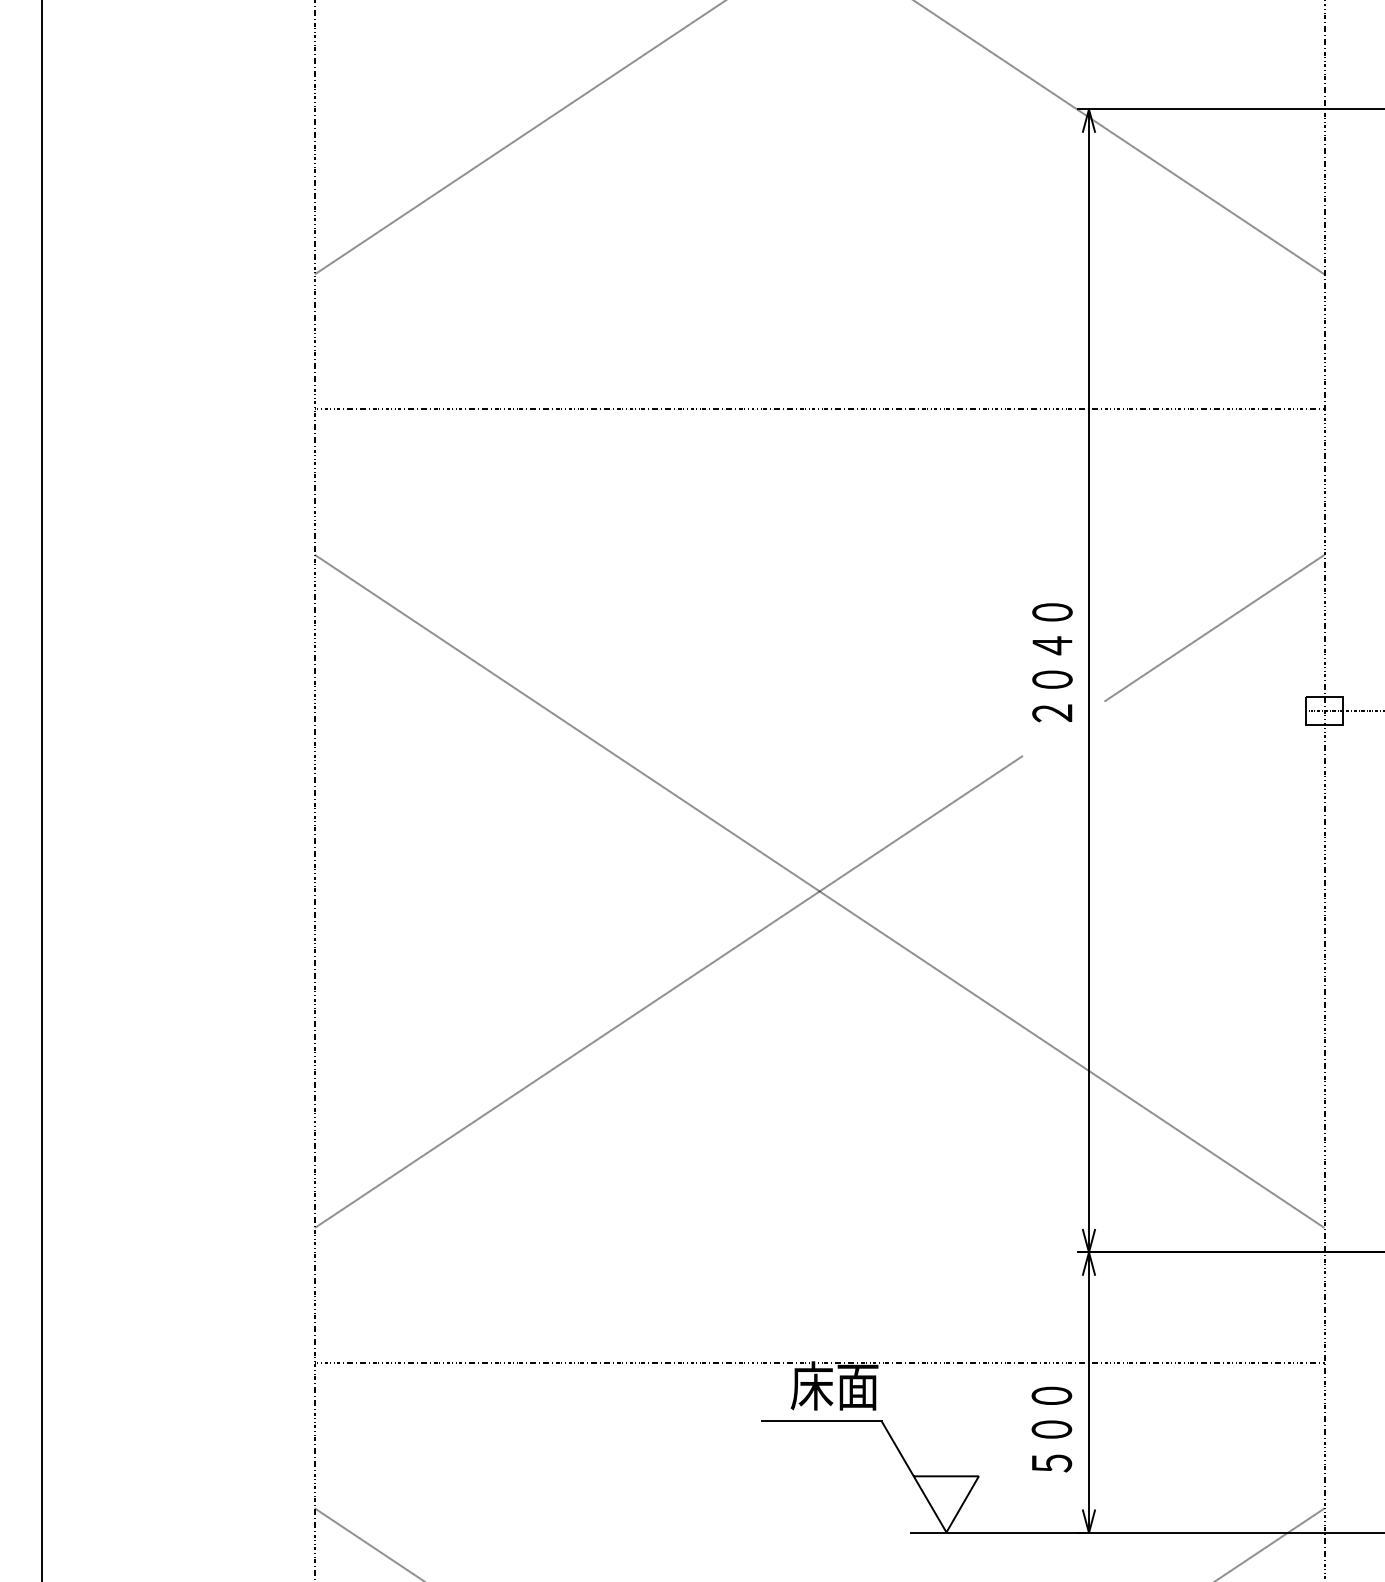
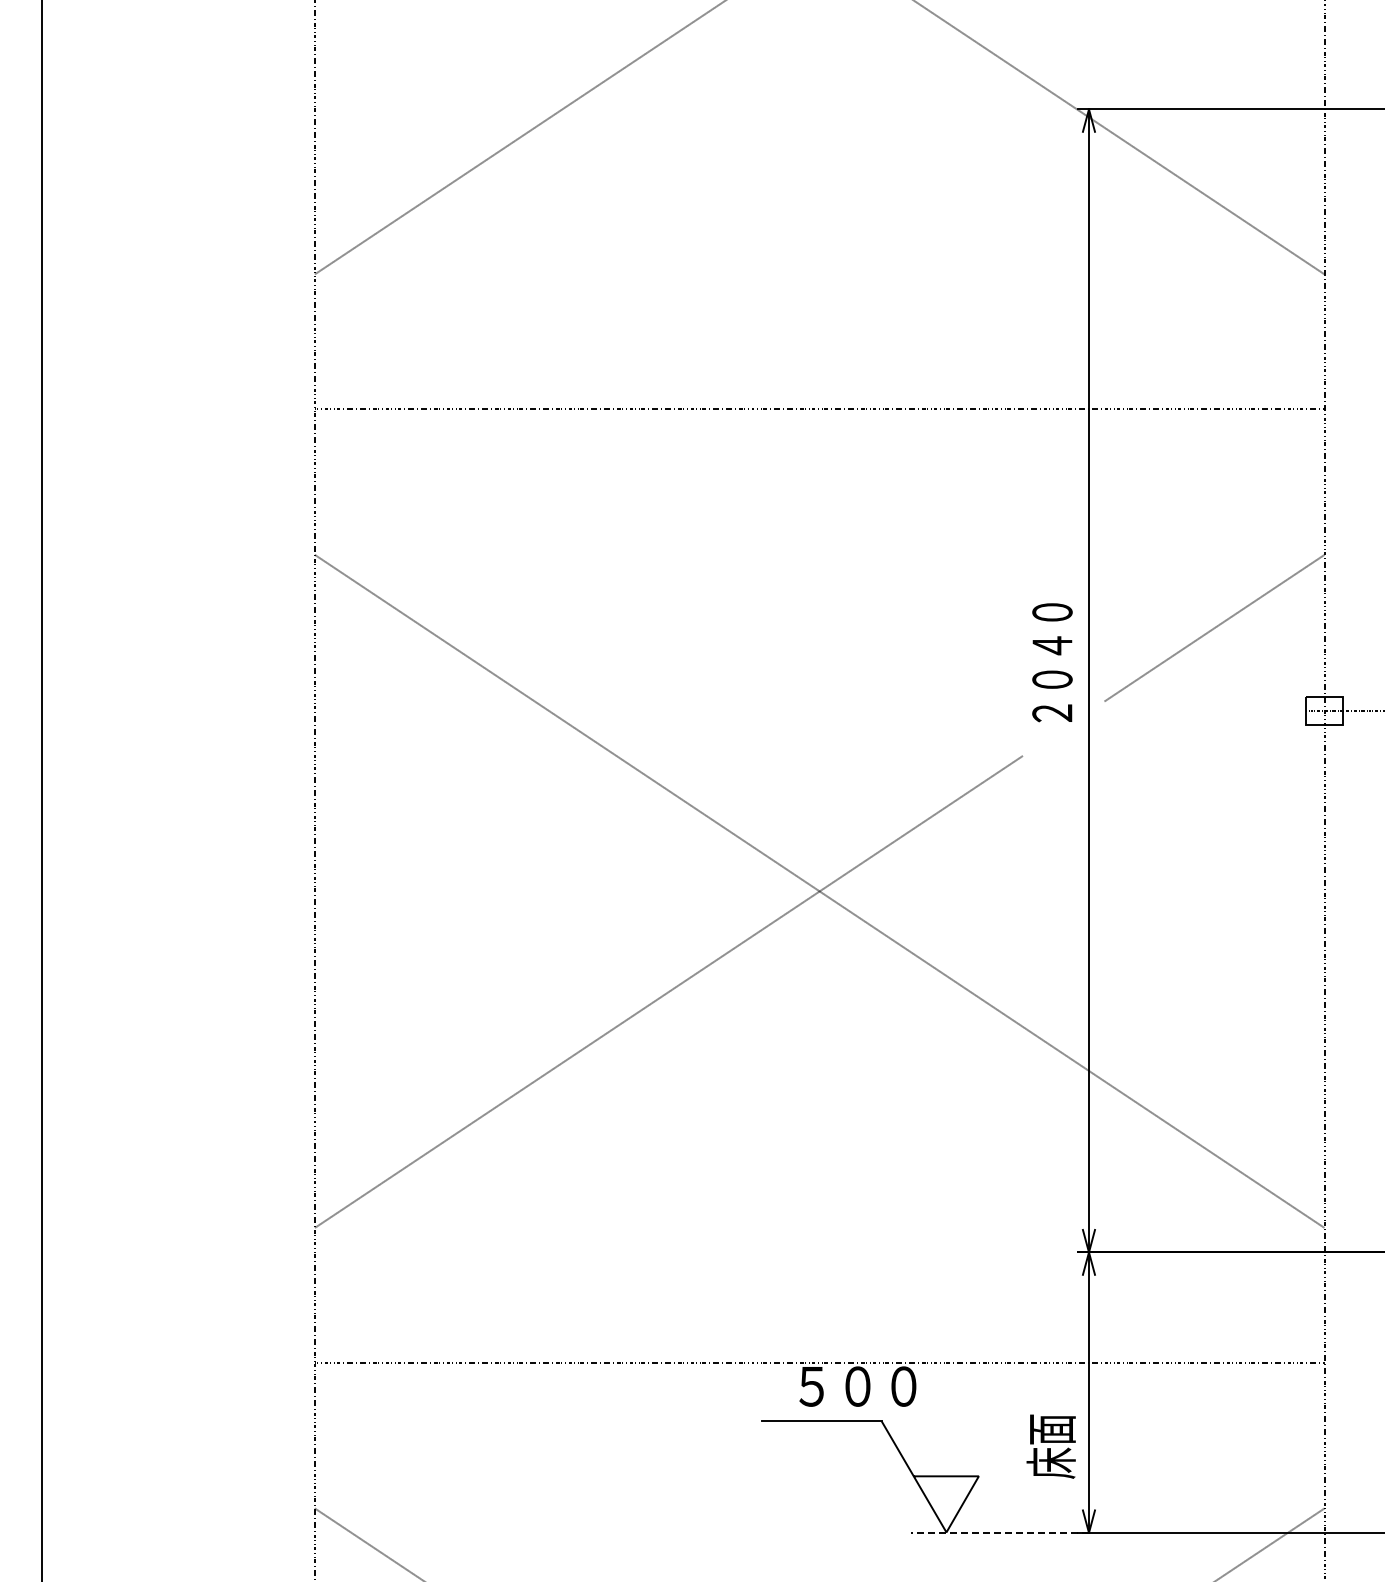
text at (853, 1385): 床面 -> ５００
text at (1050, 1432): ５００ -> 床面
line at (1000, 1532): solid -> dashed
